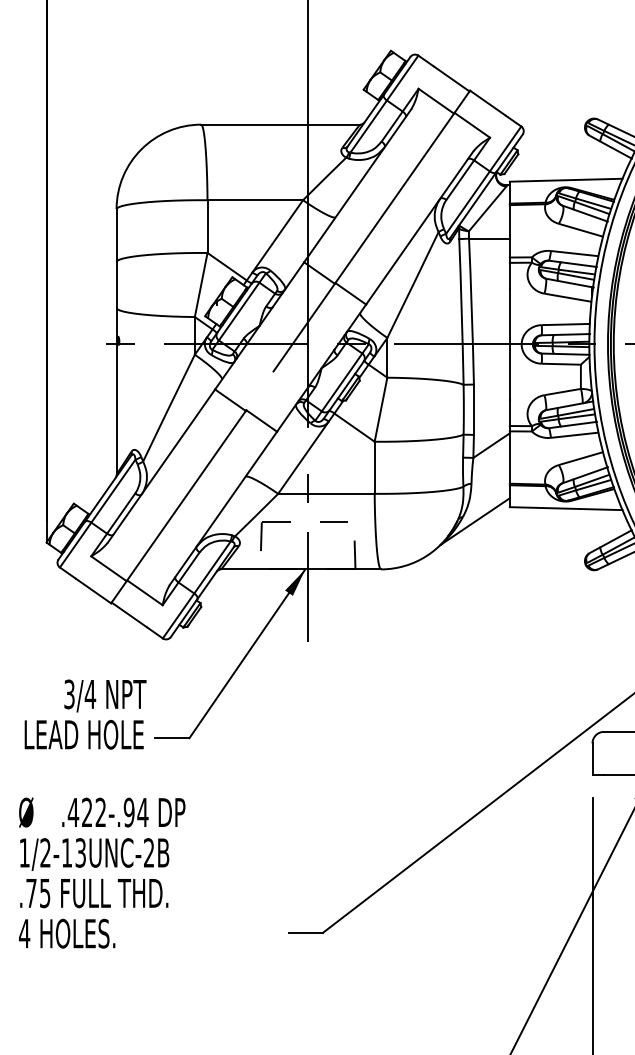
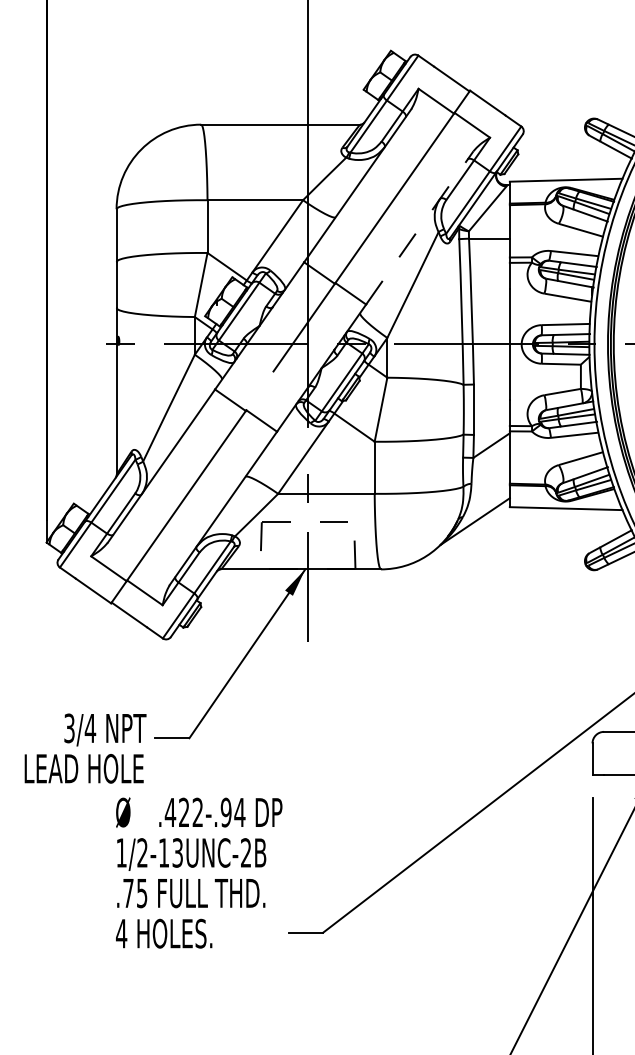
line at (419, 227): solid -> dashed
text at (85, 714) position: (85, 714) -> (85, 748)
text at (102, 872) position: (102, 872) -> (199, 872)
